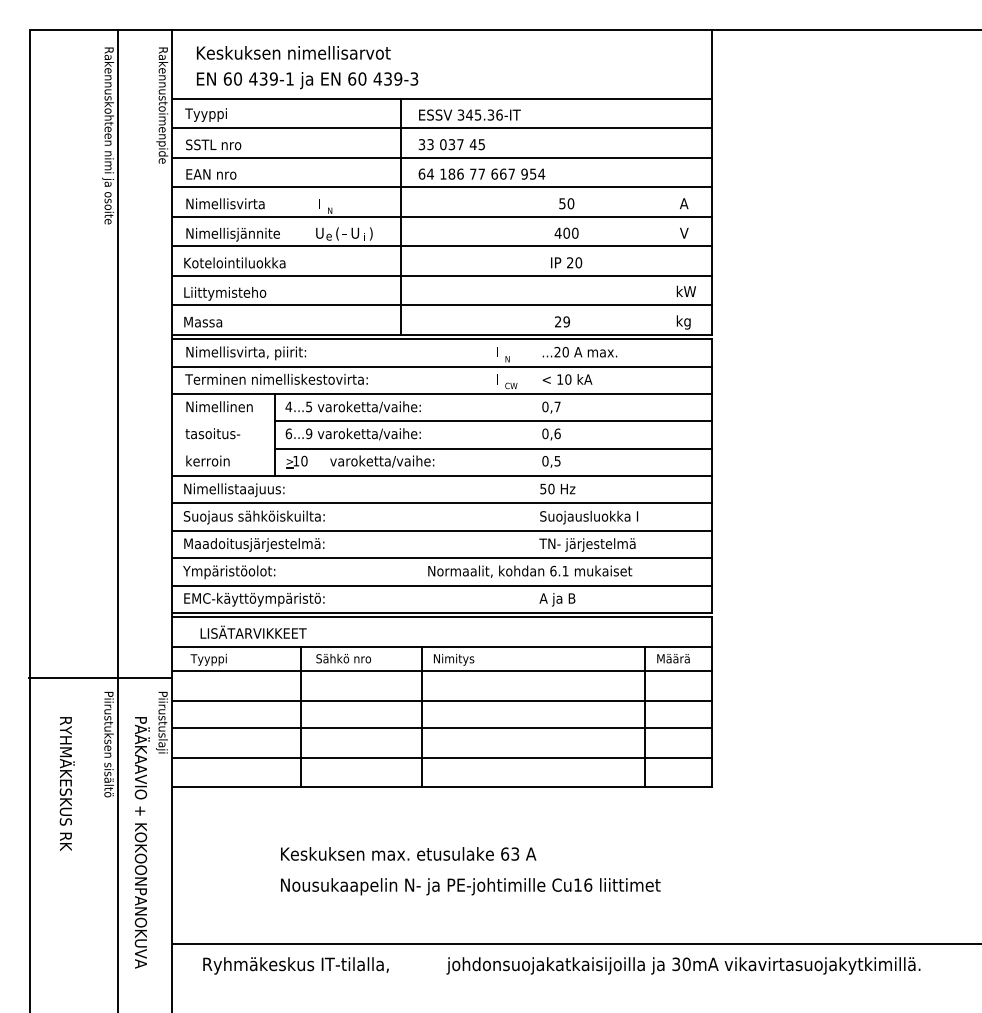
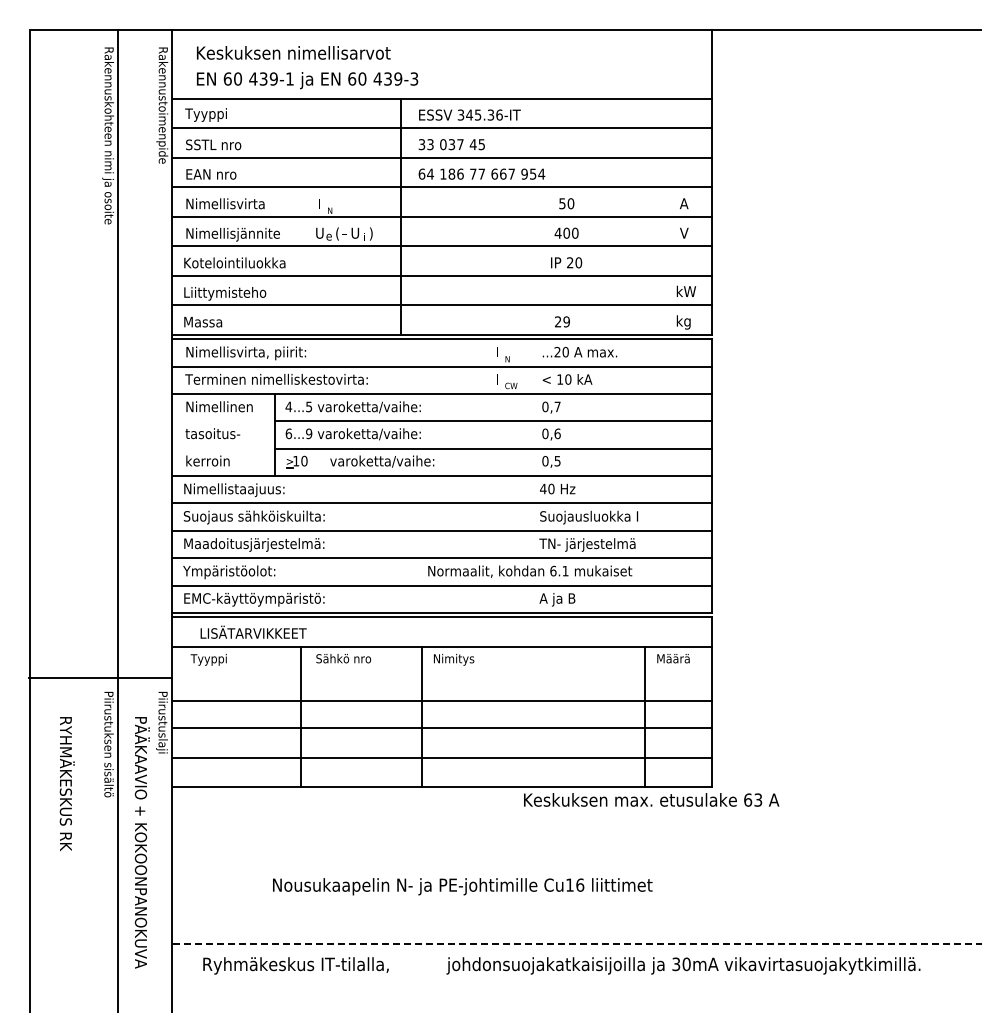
text at (543, 488): 50 -> 40
line at (441, 671): present -> none
text at (408, 853) position: (408, 853) -> (651, 799)
text at (470, 886) position: (470, 886) -> (462, 886)
line at (577, 943): solid -> dashed
